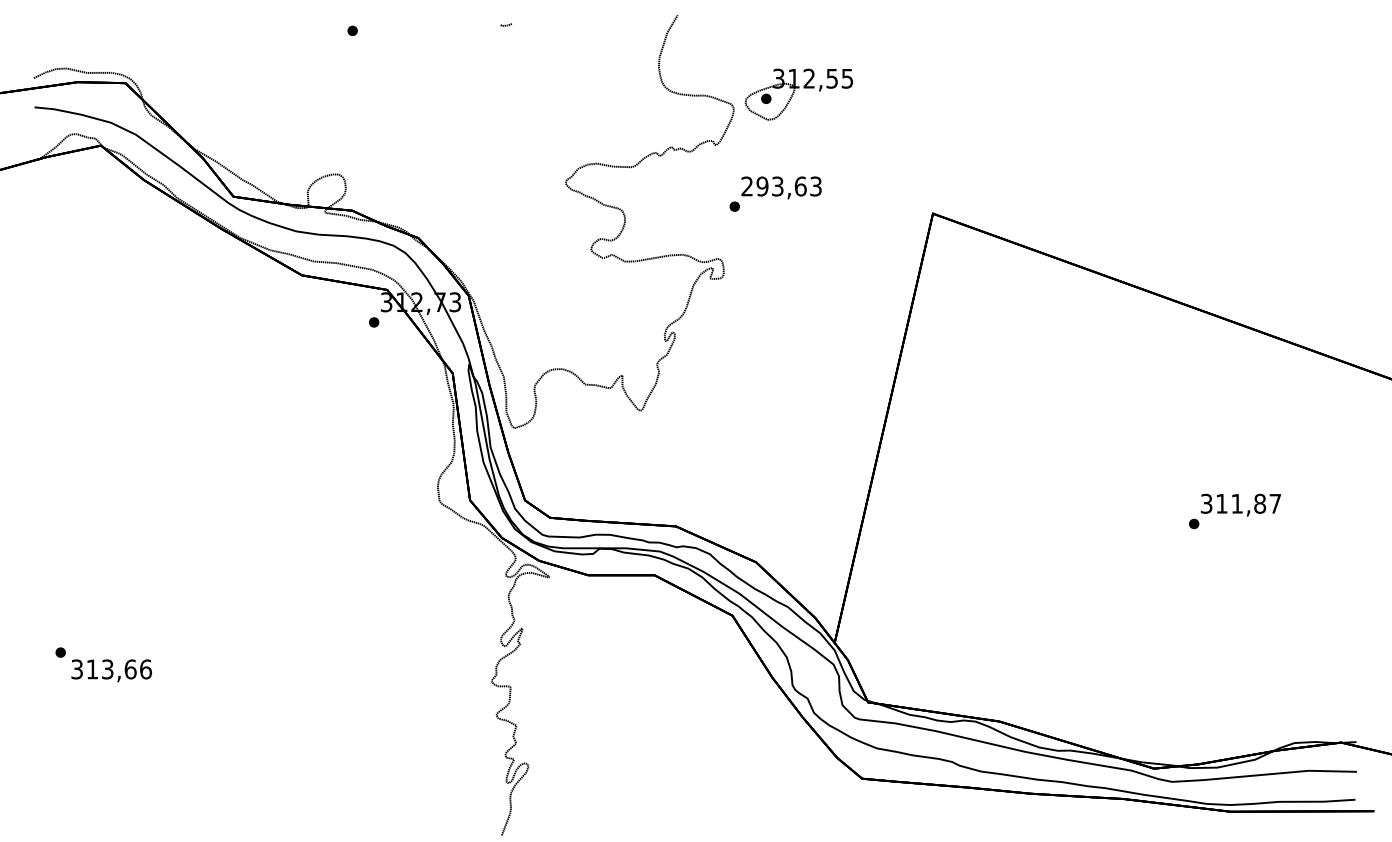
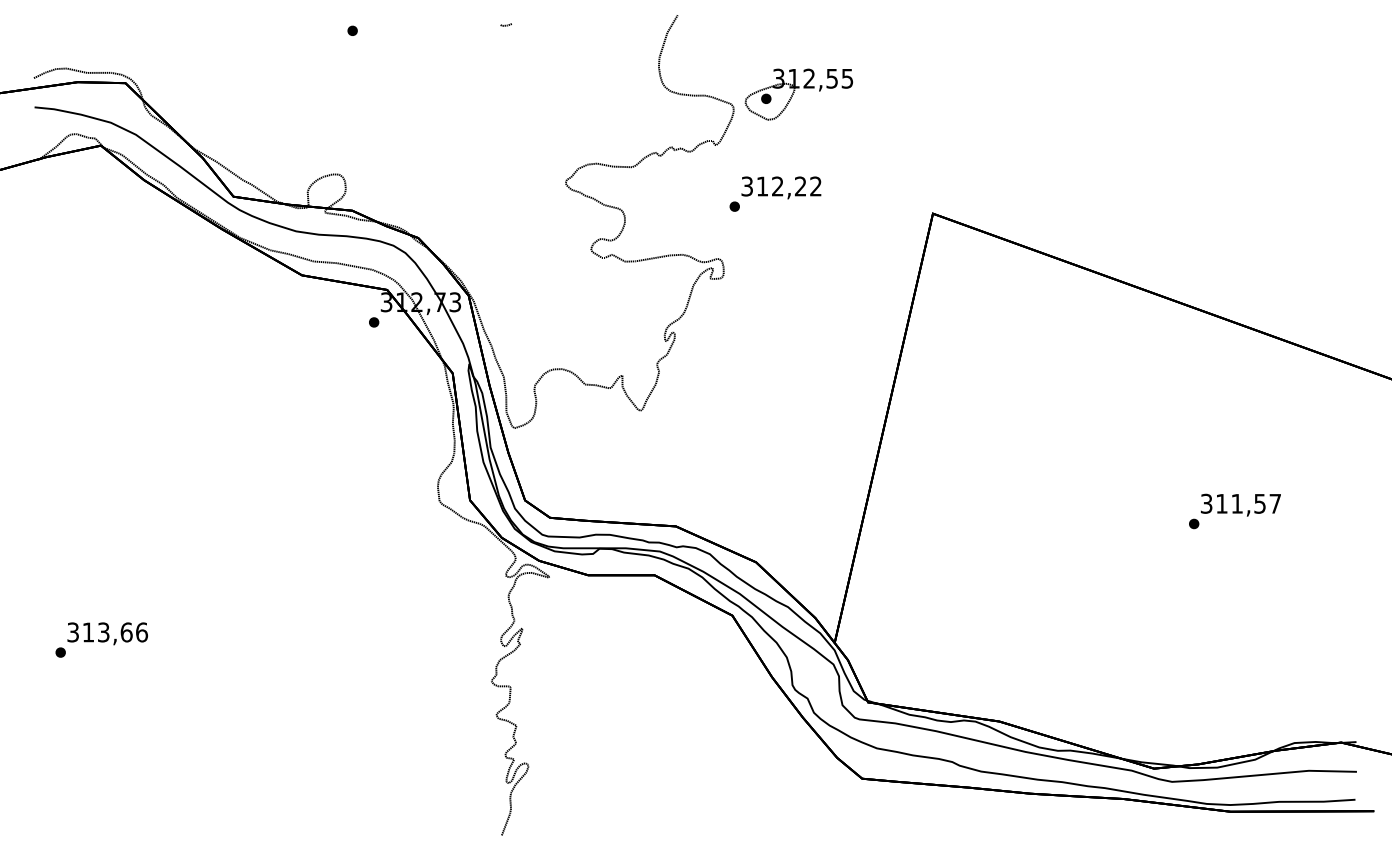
text at (781, 186): 293,63 -> 312,22
text at (1260, 503): 311,87 -> 311,57
text at (111, 670) position: (111, 670) -> (107, 633)
